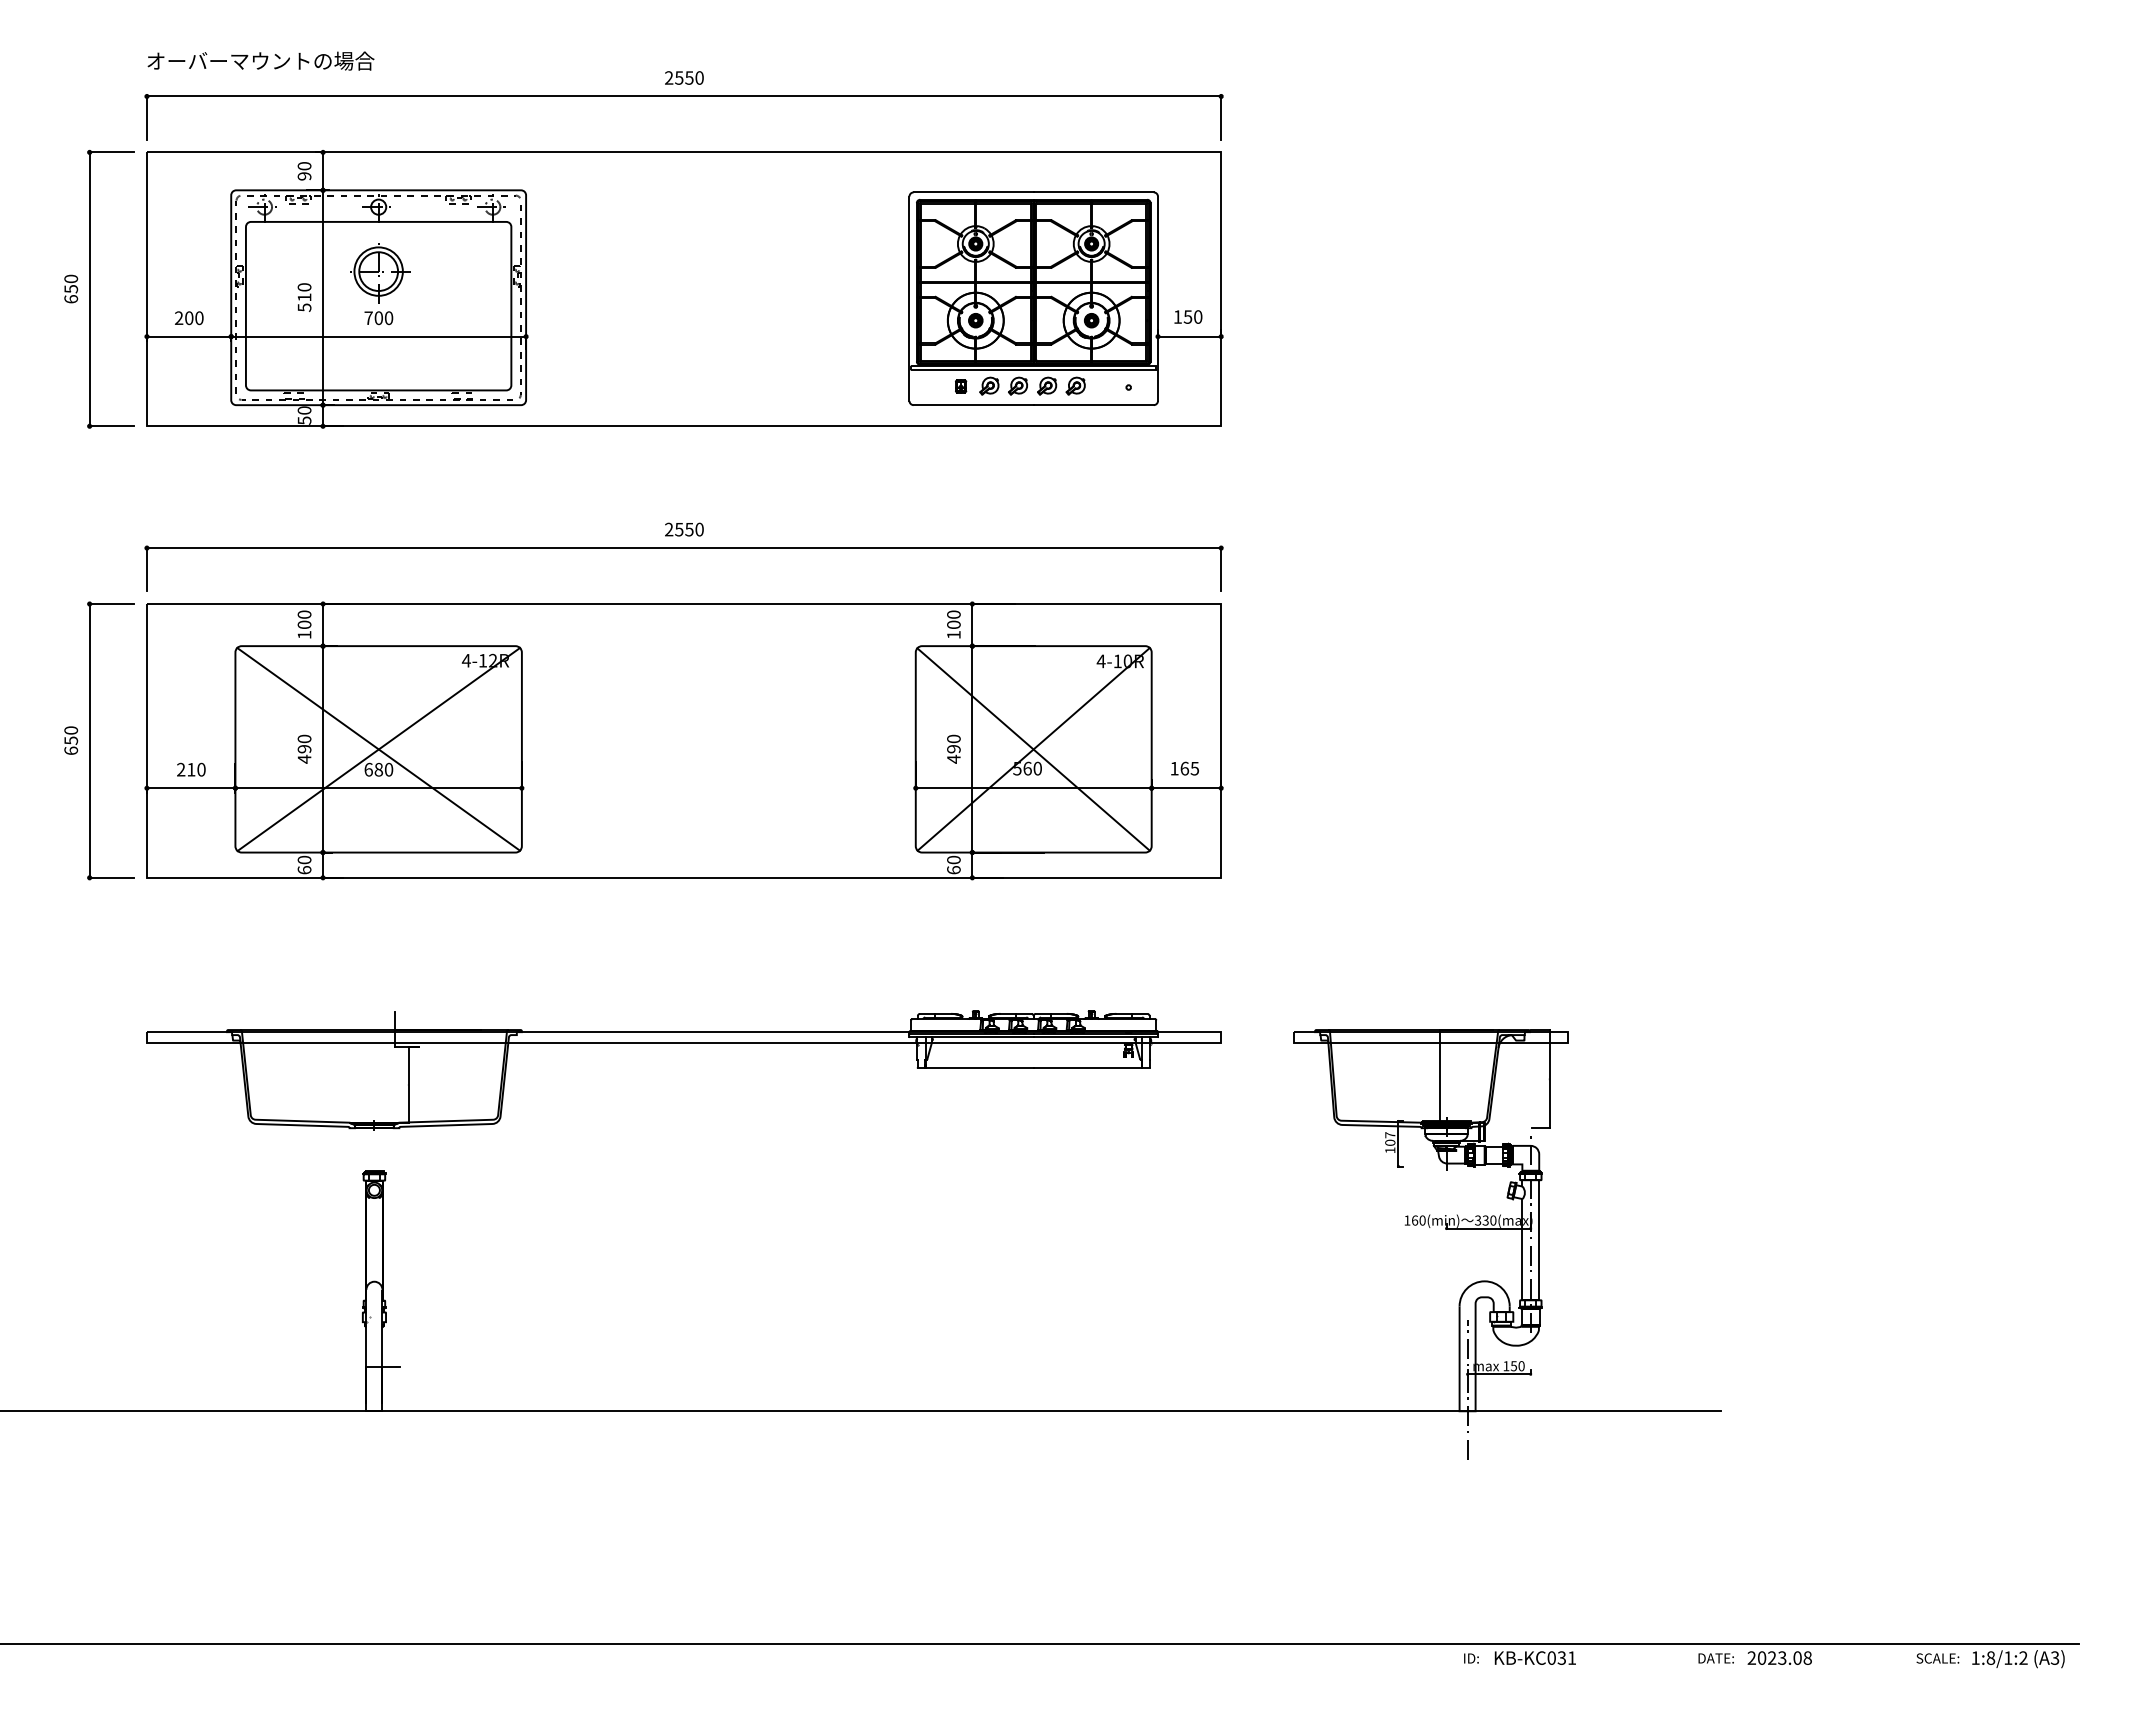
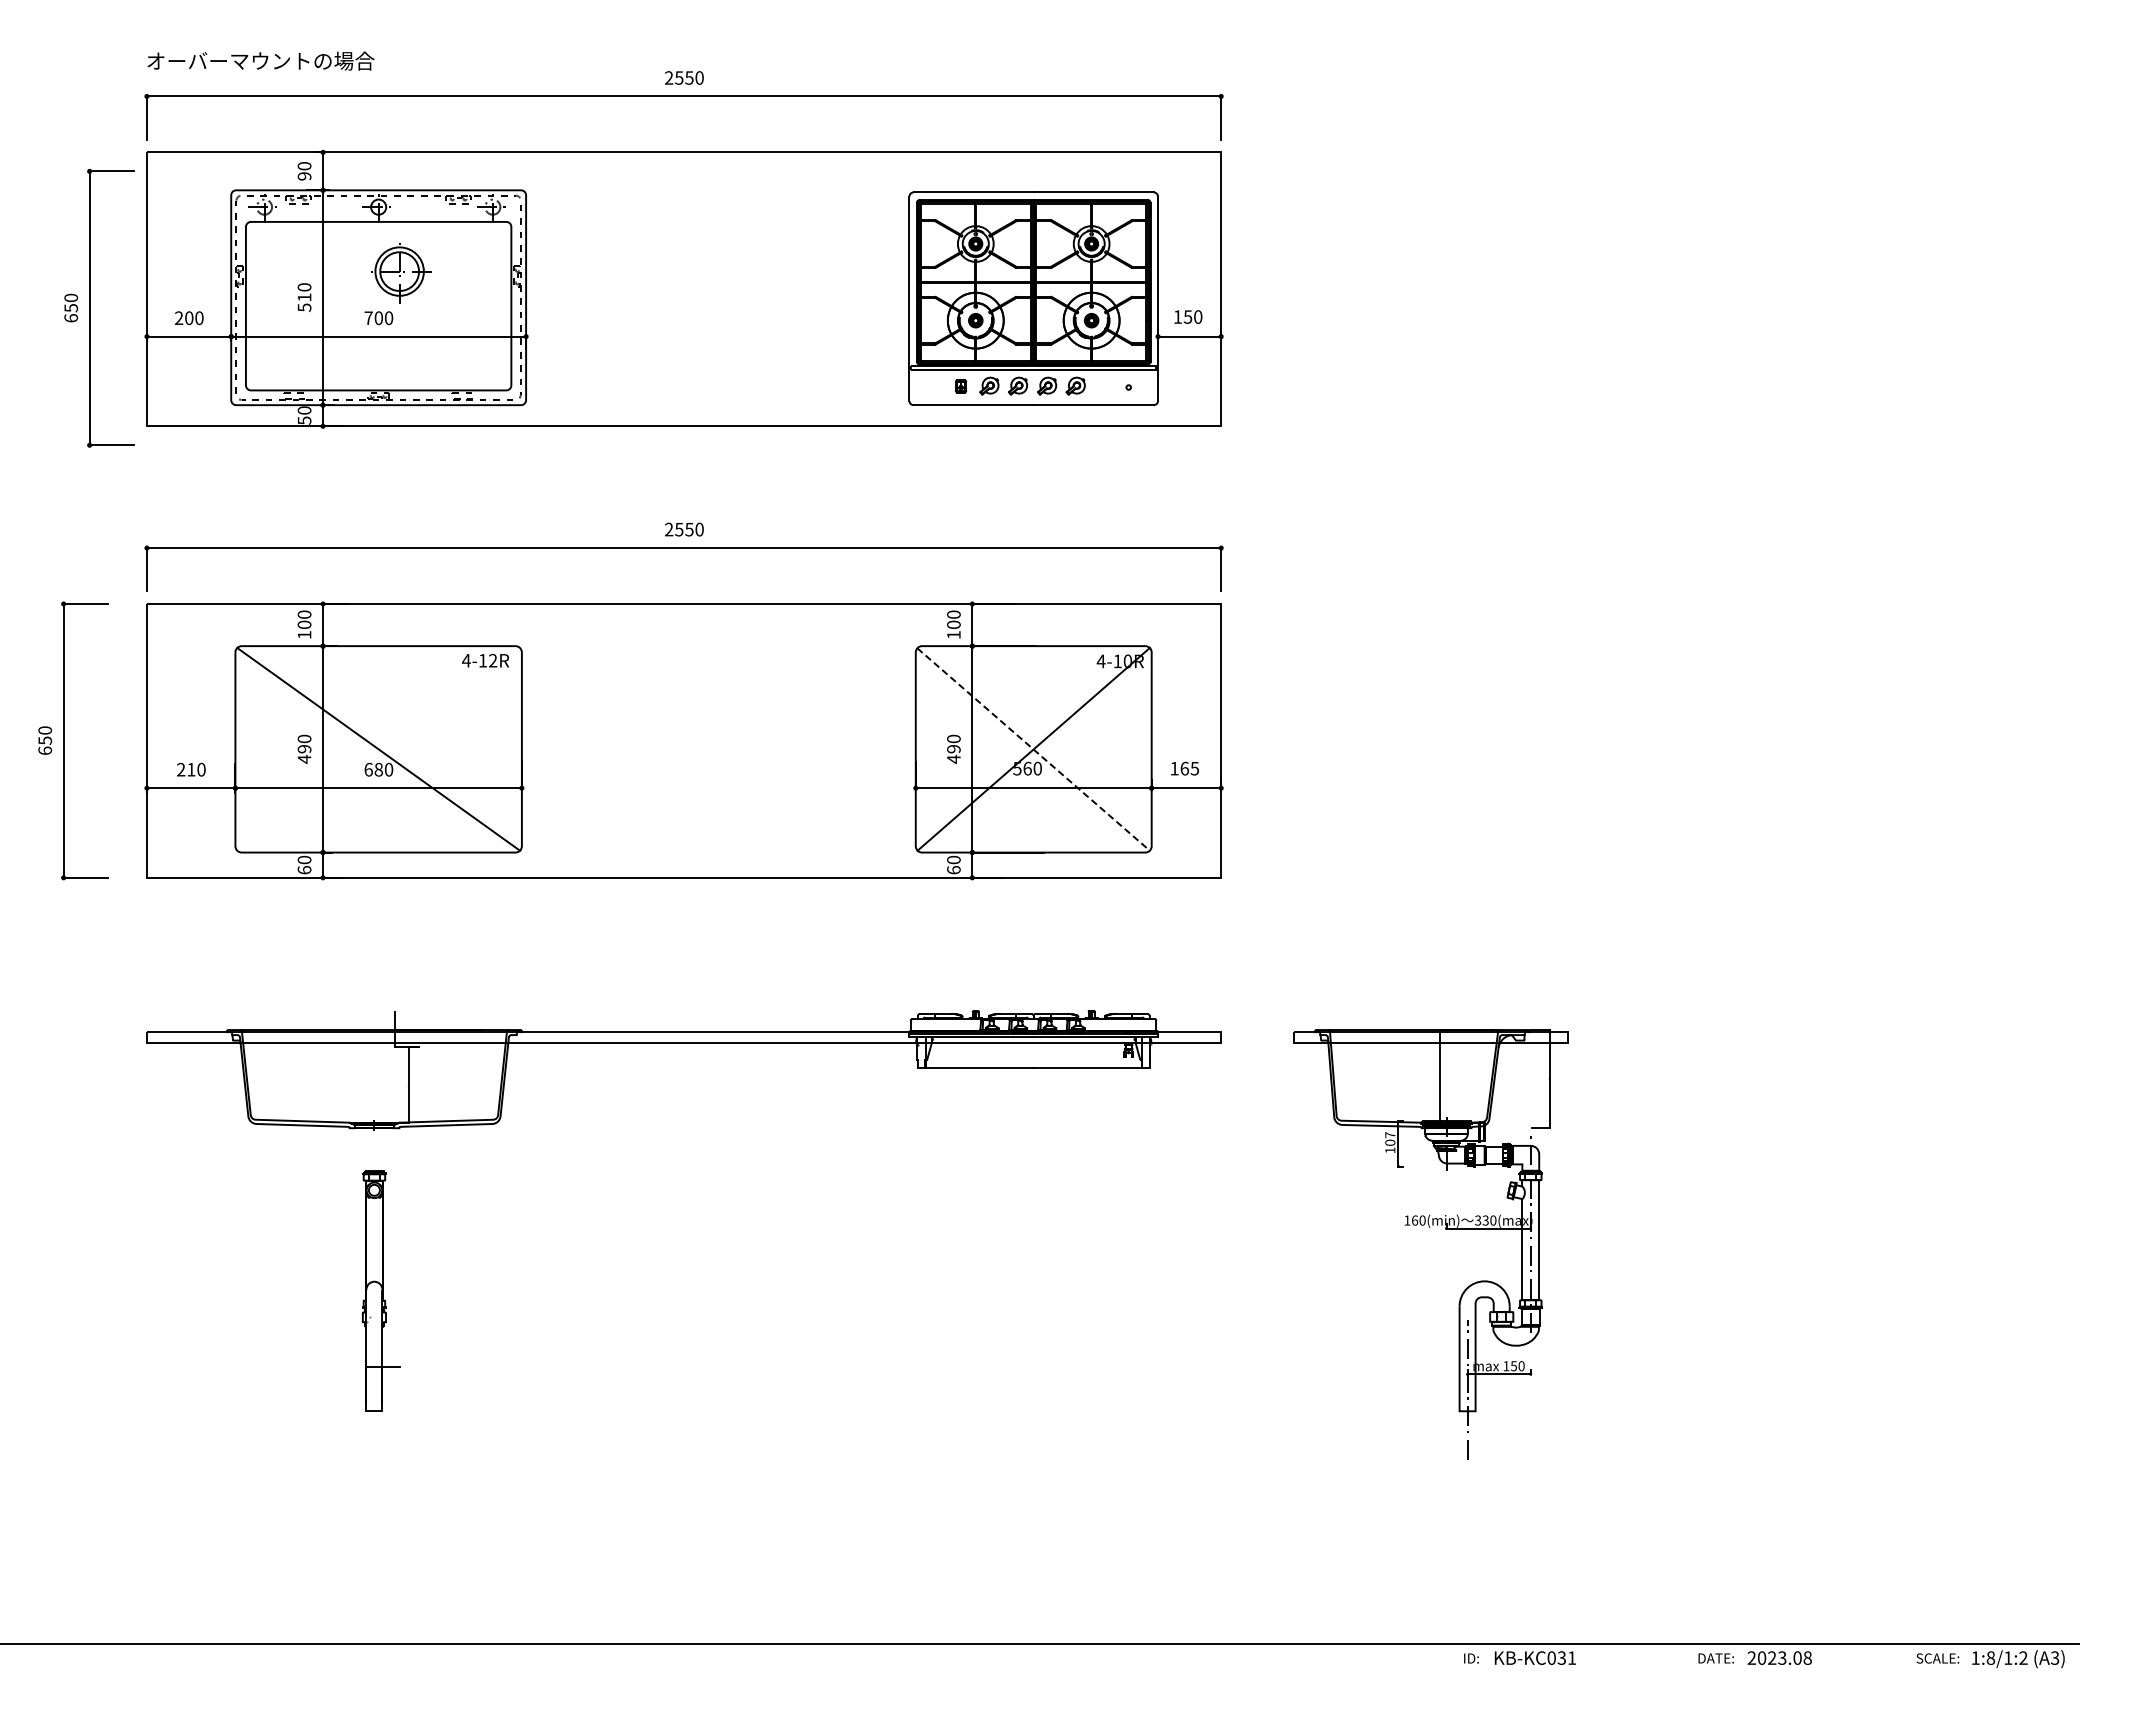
part at (380, 273) position: (380, 273) -> (401, 273)
part at (90, 288) position: (90, 288) -> (90, 307)
part at (90, 740) position: (90, 740) -> (64, 740)
line at (378, 749): present -> none
line at (1033, 749): solid -> dashed
line at (861, 1411): present -> none
